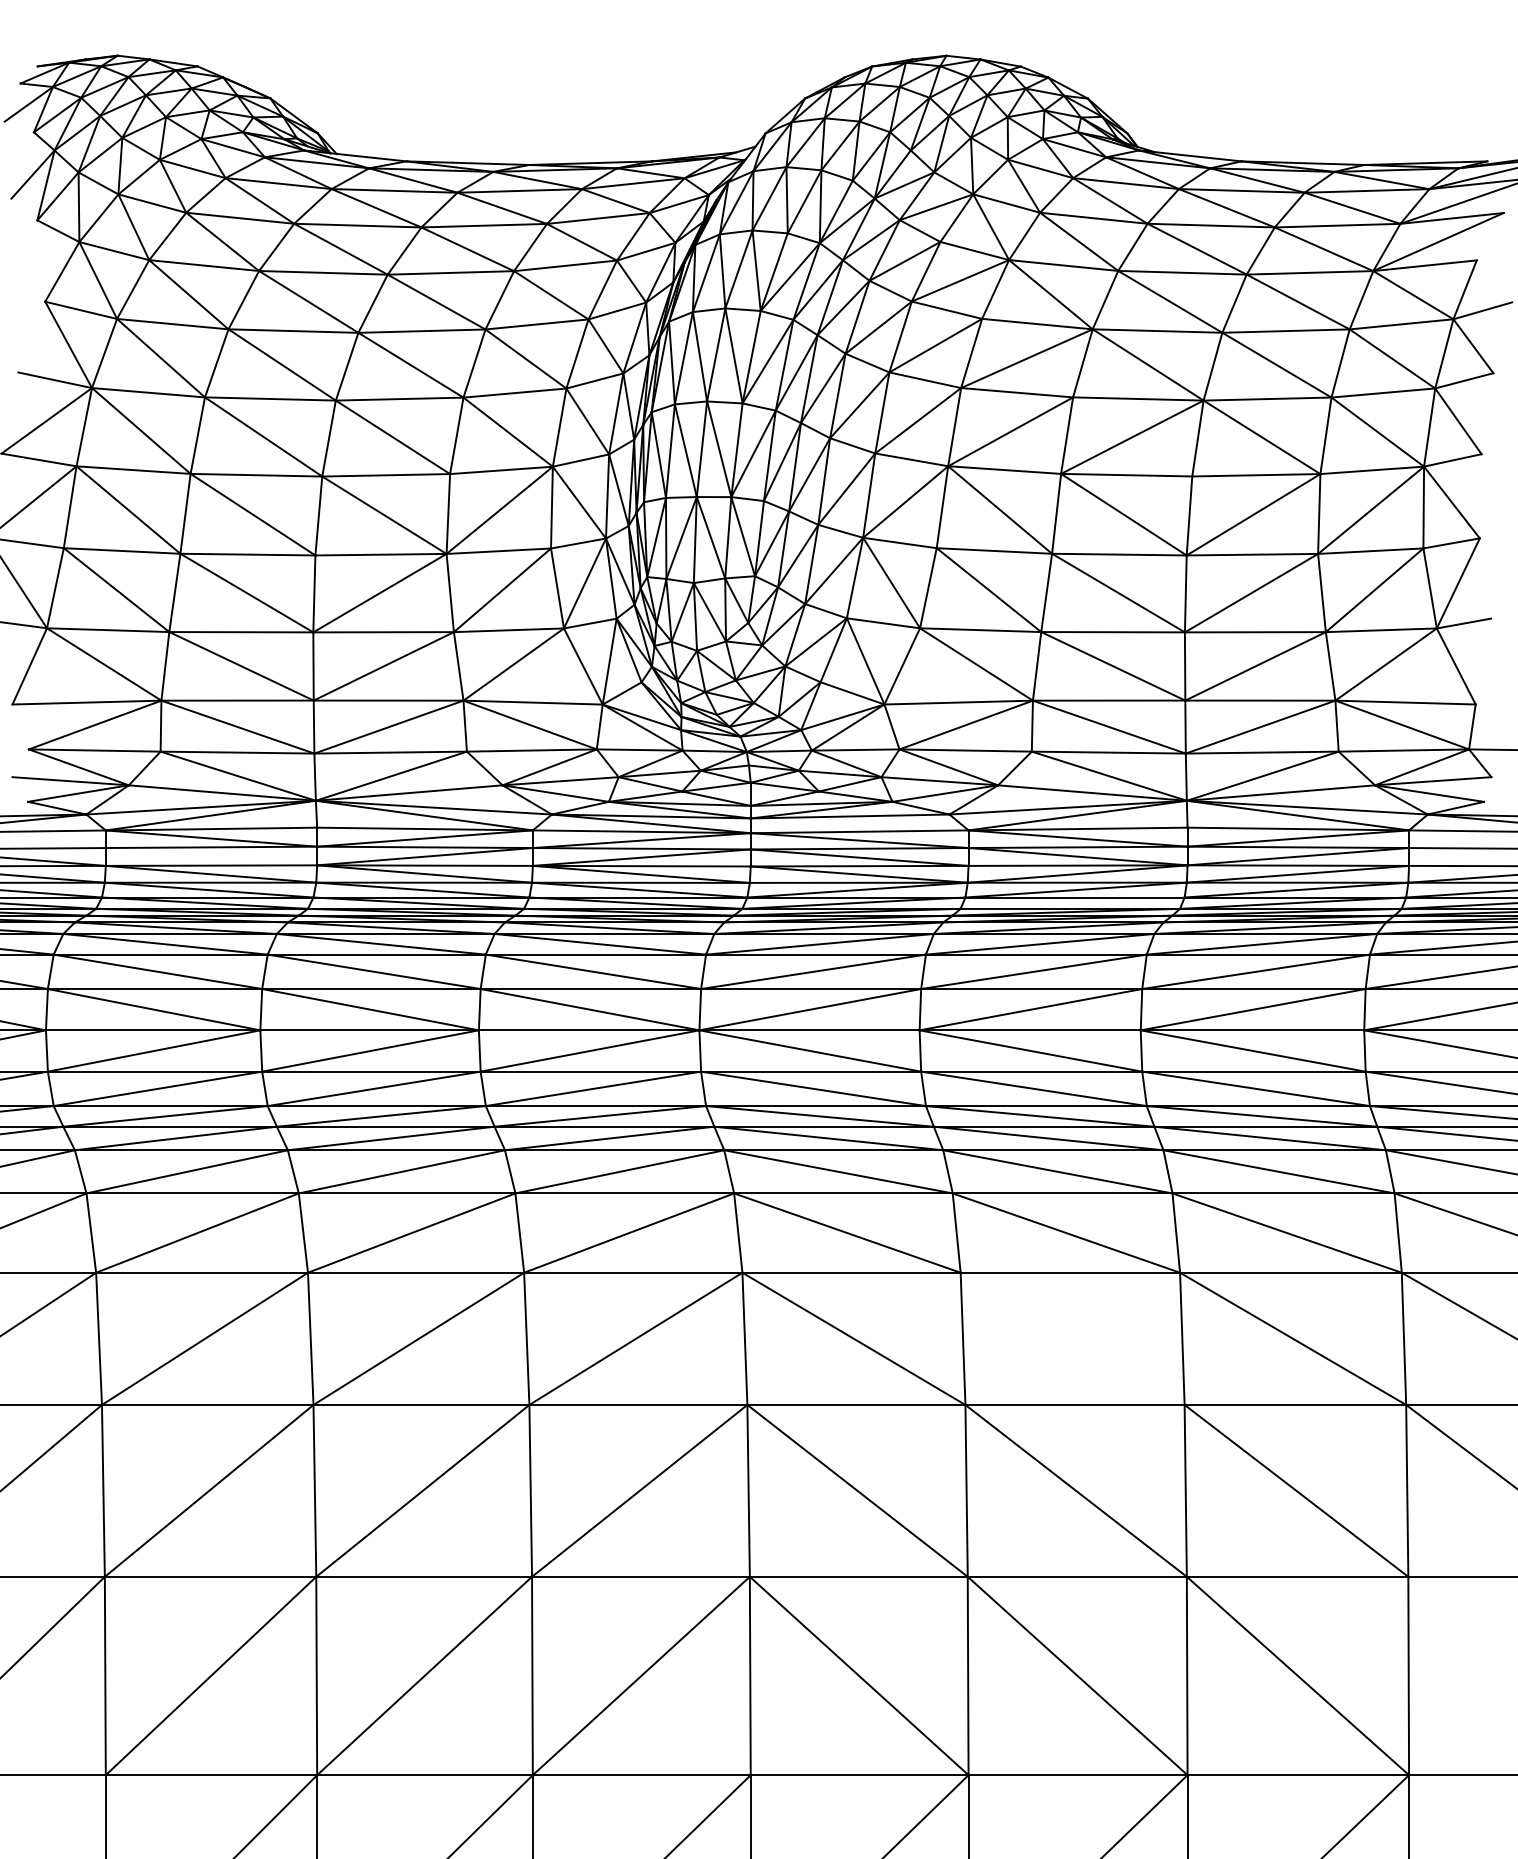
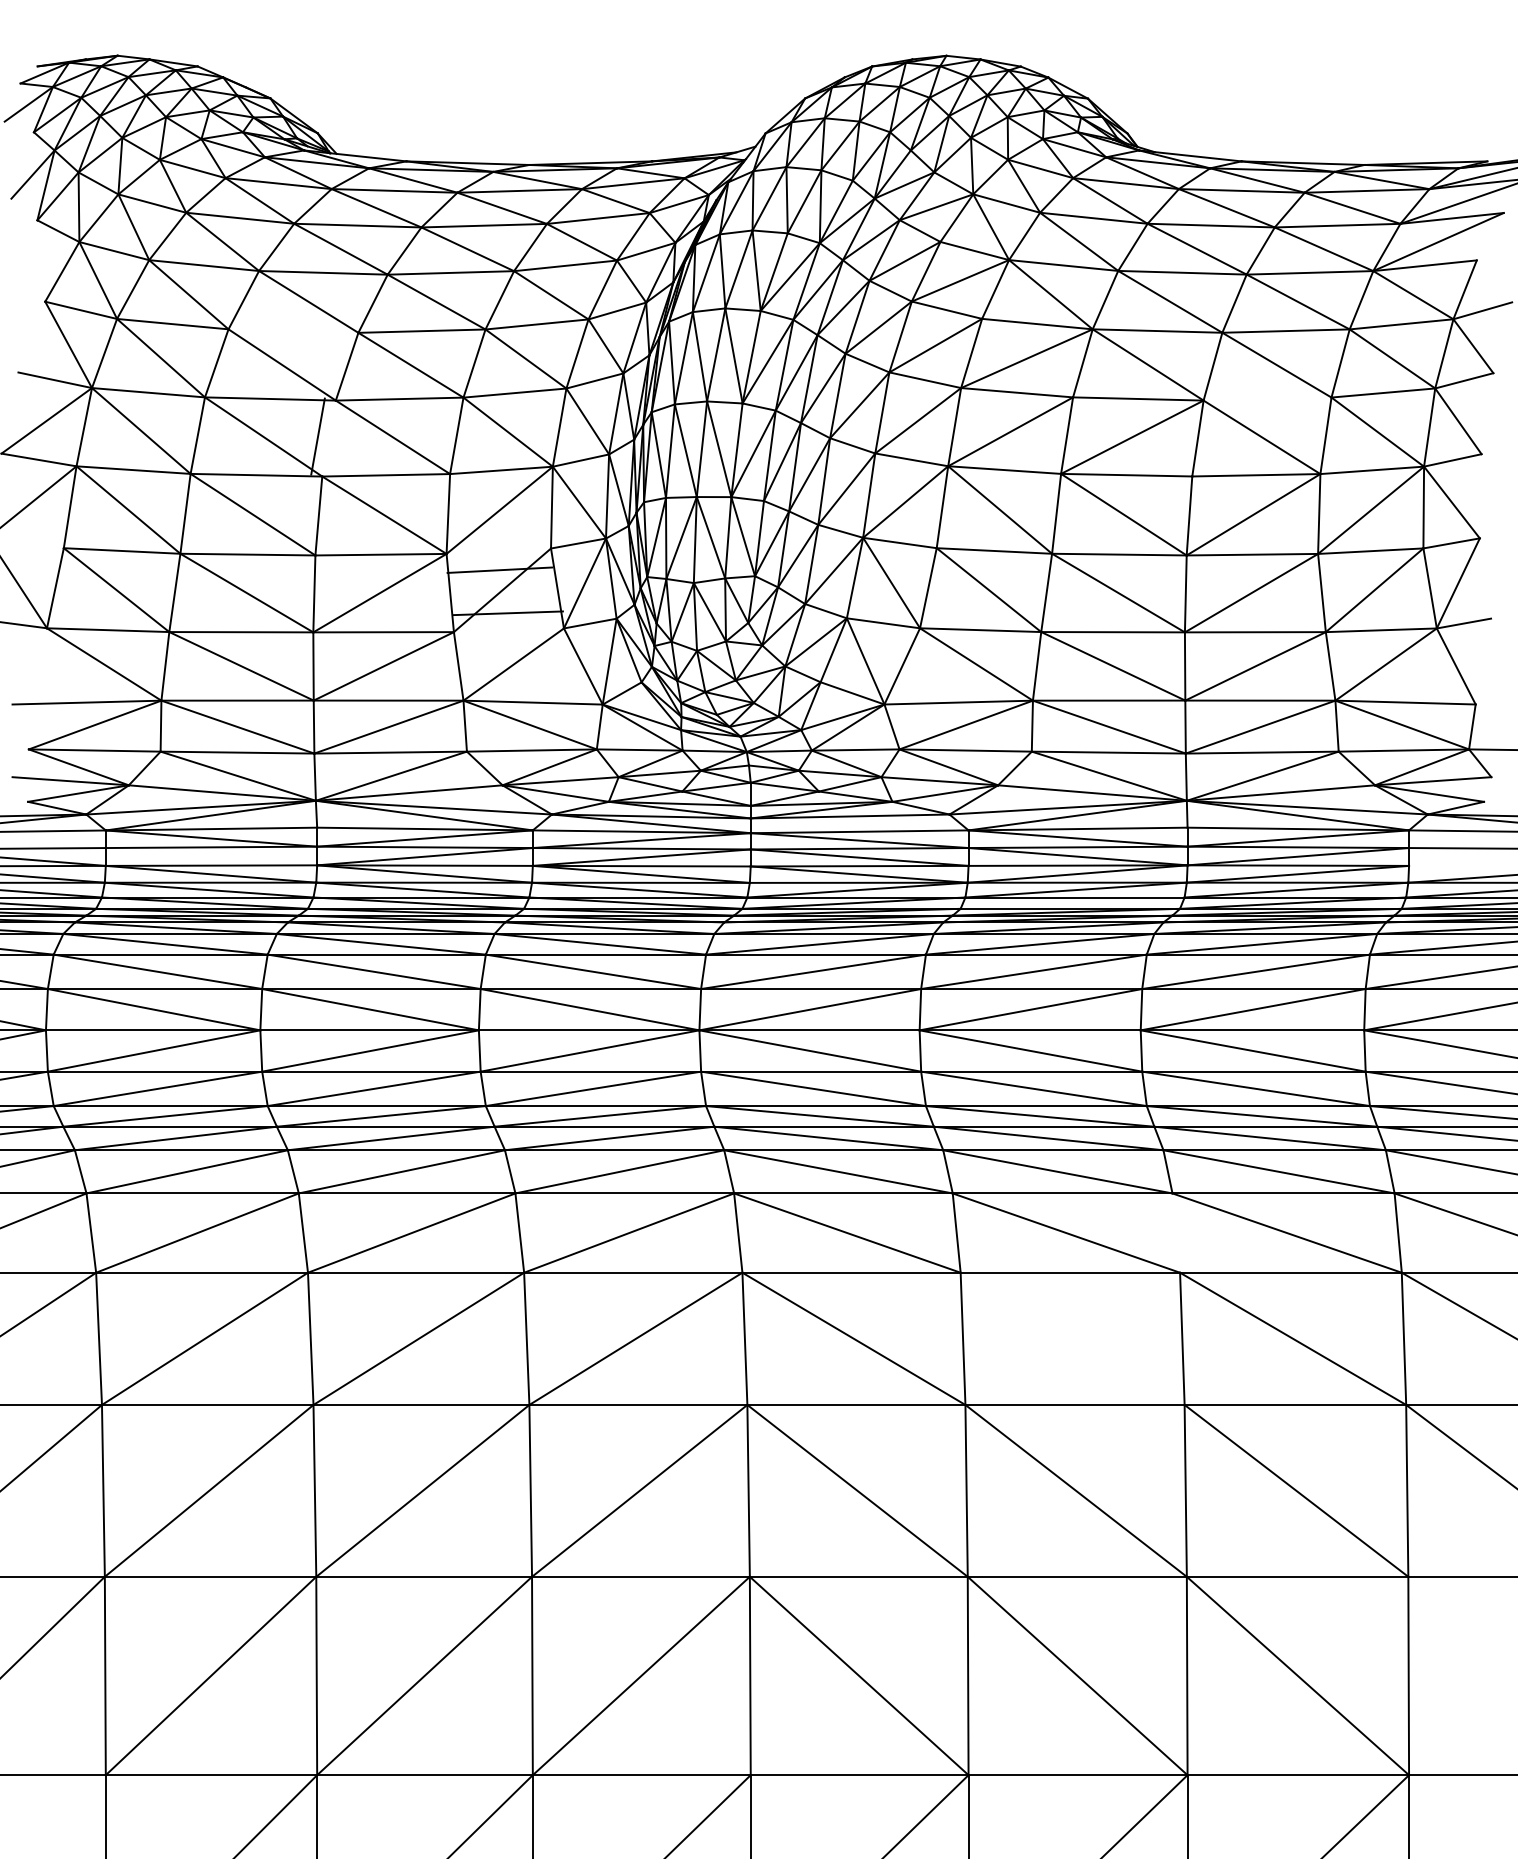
line at (293, 330): present -> none
line at (1267, 398): present -> none
line at (328, 438) position: (328, 438) -> (317, 436)
line at (32, 543): present -> none
line at (498, 550) position: (498, 550) -> (499, 569)
line at (508, 630) position: (508, 630) -> (507, 613)
line at (29, 666): present -> none
line at (1461, 865): present -> none
line at (1176, 1232): present -> none
